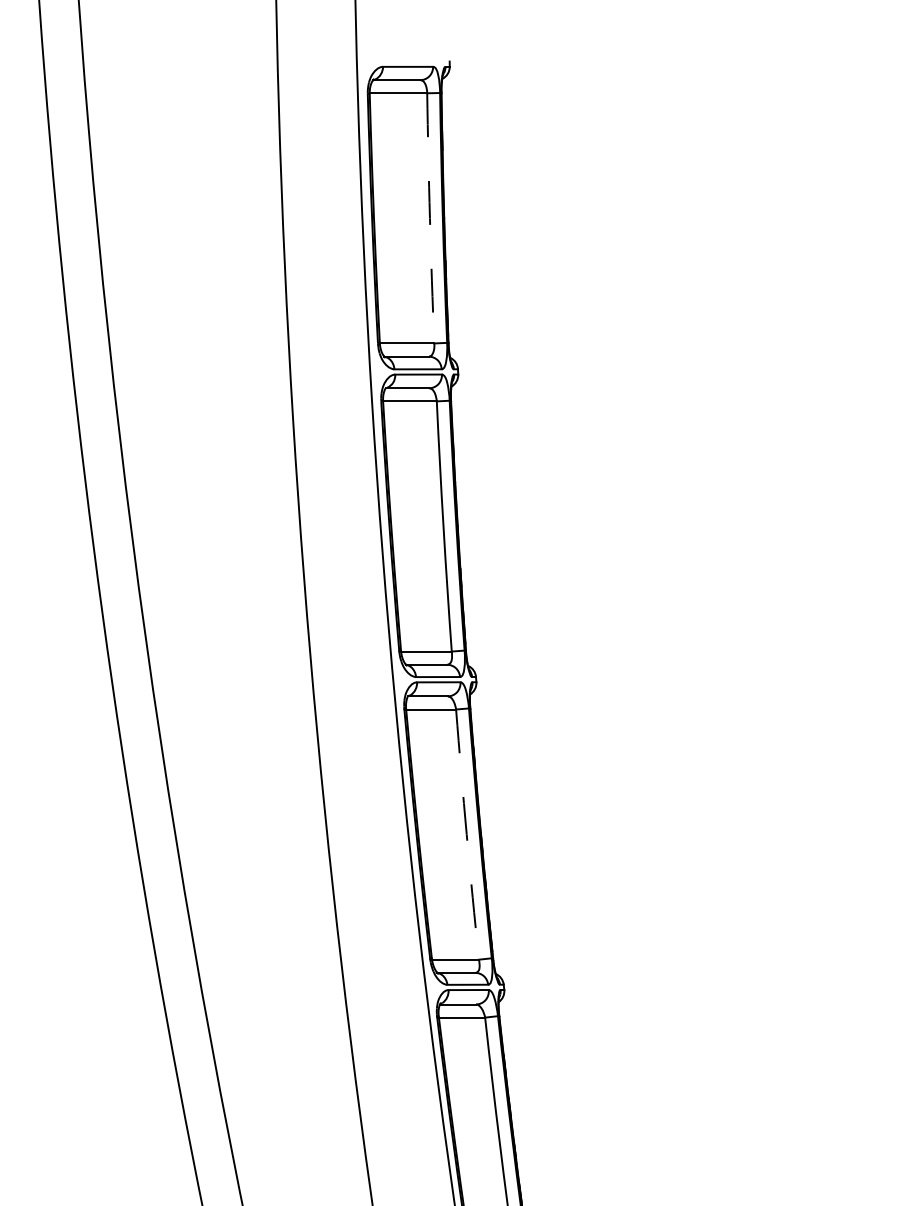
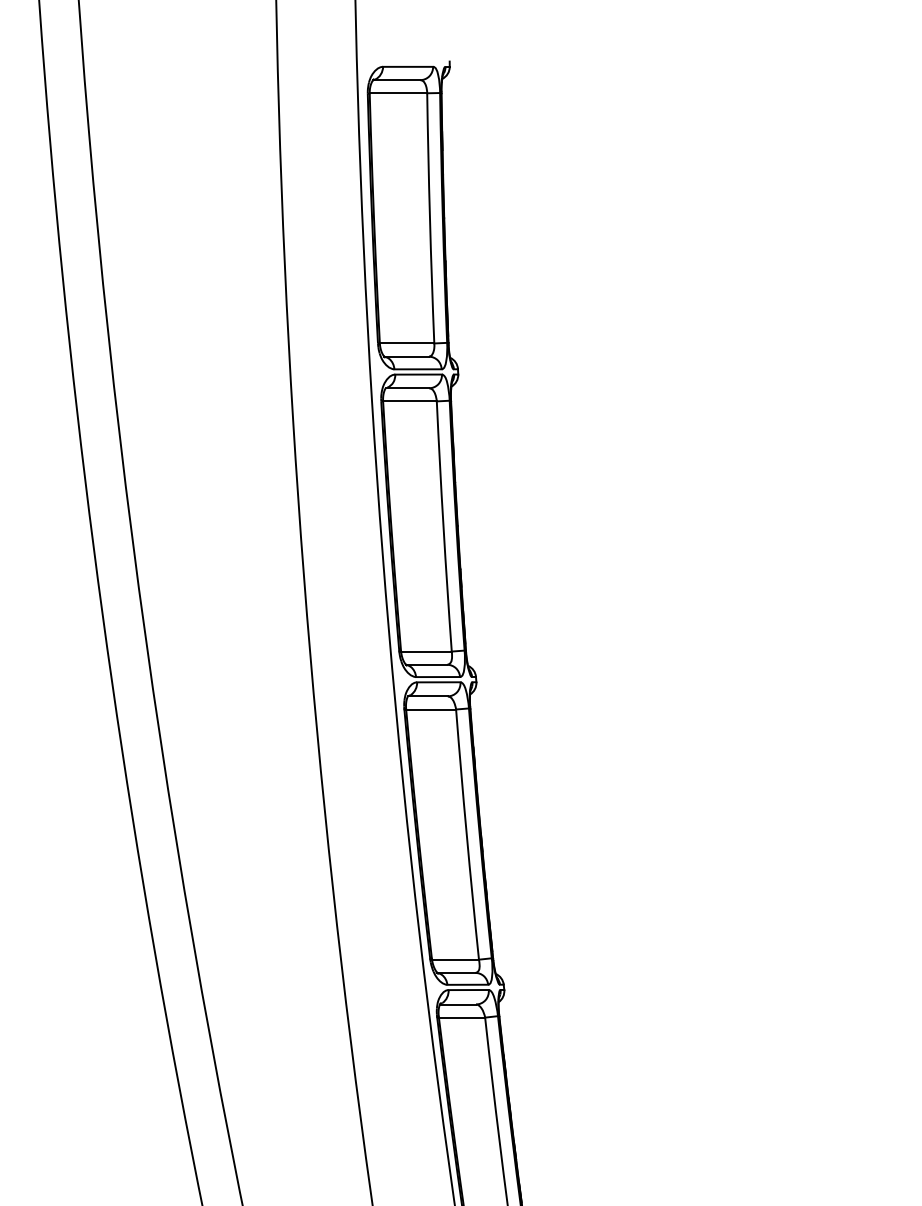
arc at (429, 218): dashed -> solid
arc at (466, 834): dashed -> solid
